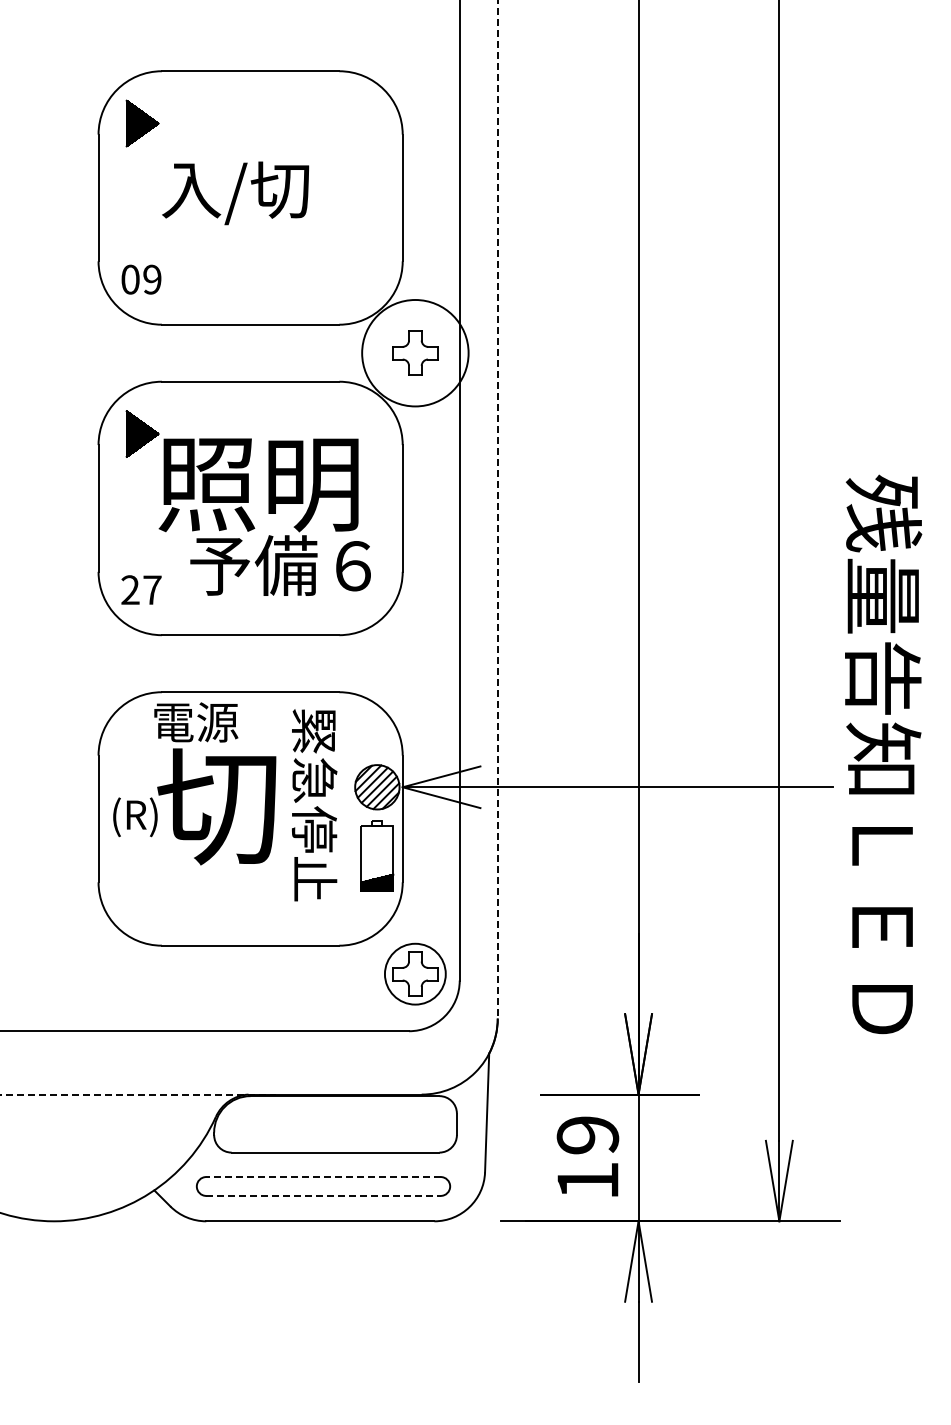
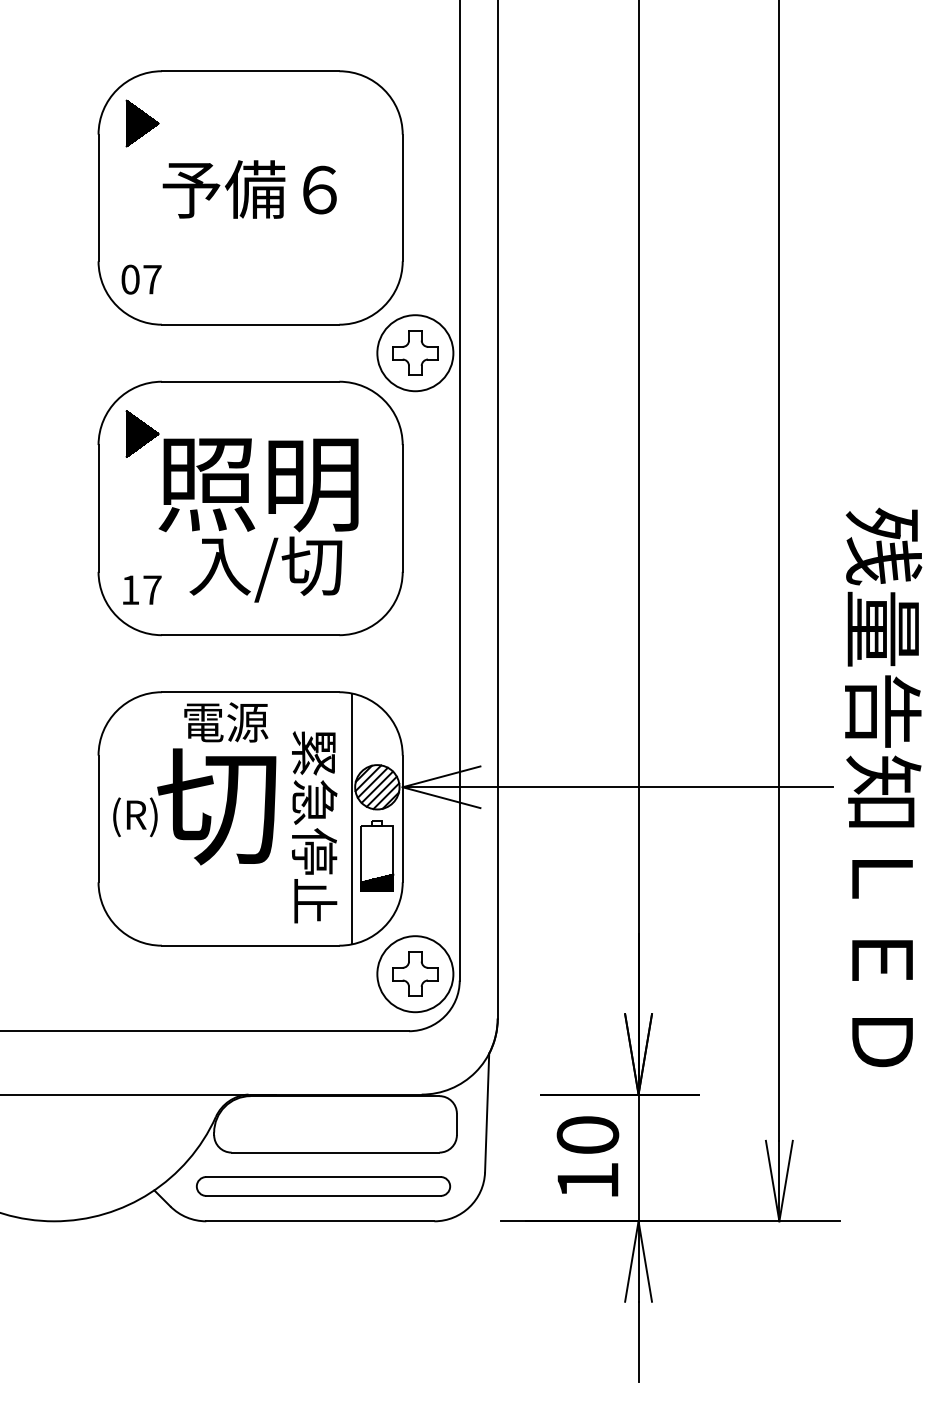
text at (249, 192): 入/切 -> 予備６
text at (152, 279): 09 -> 07
circle at (415, 353) diameter: 106 px -> 76 px
line at (497, 509): dashed -> solid
text at (279, 568): 予備６ -> 入/切
text at (130, 589): 27 -> 17
text at (196, 722) position: (196, 722) -> (226, 722)
text at (883, 754) position: (883, 754) -> (883, 787)
text at (314, 805) position: (314, 805) -> (314, 827)
line at (352, 818): none -> present
circle at (414, 973) diameter: 61 px -> 76 px
line at (138, 1094): dashed -> solid
text at (587, 1135): 19 -> 10
line at (323, 1177): dashed -> solid
line at (324, 1195): dashed -> solid
